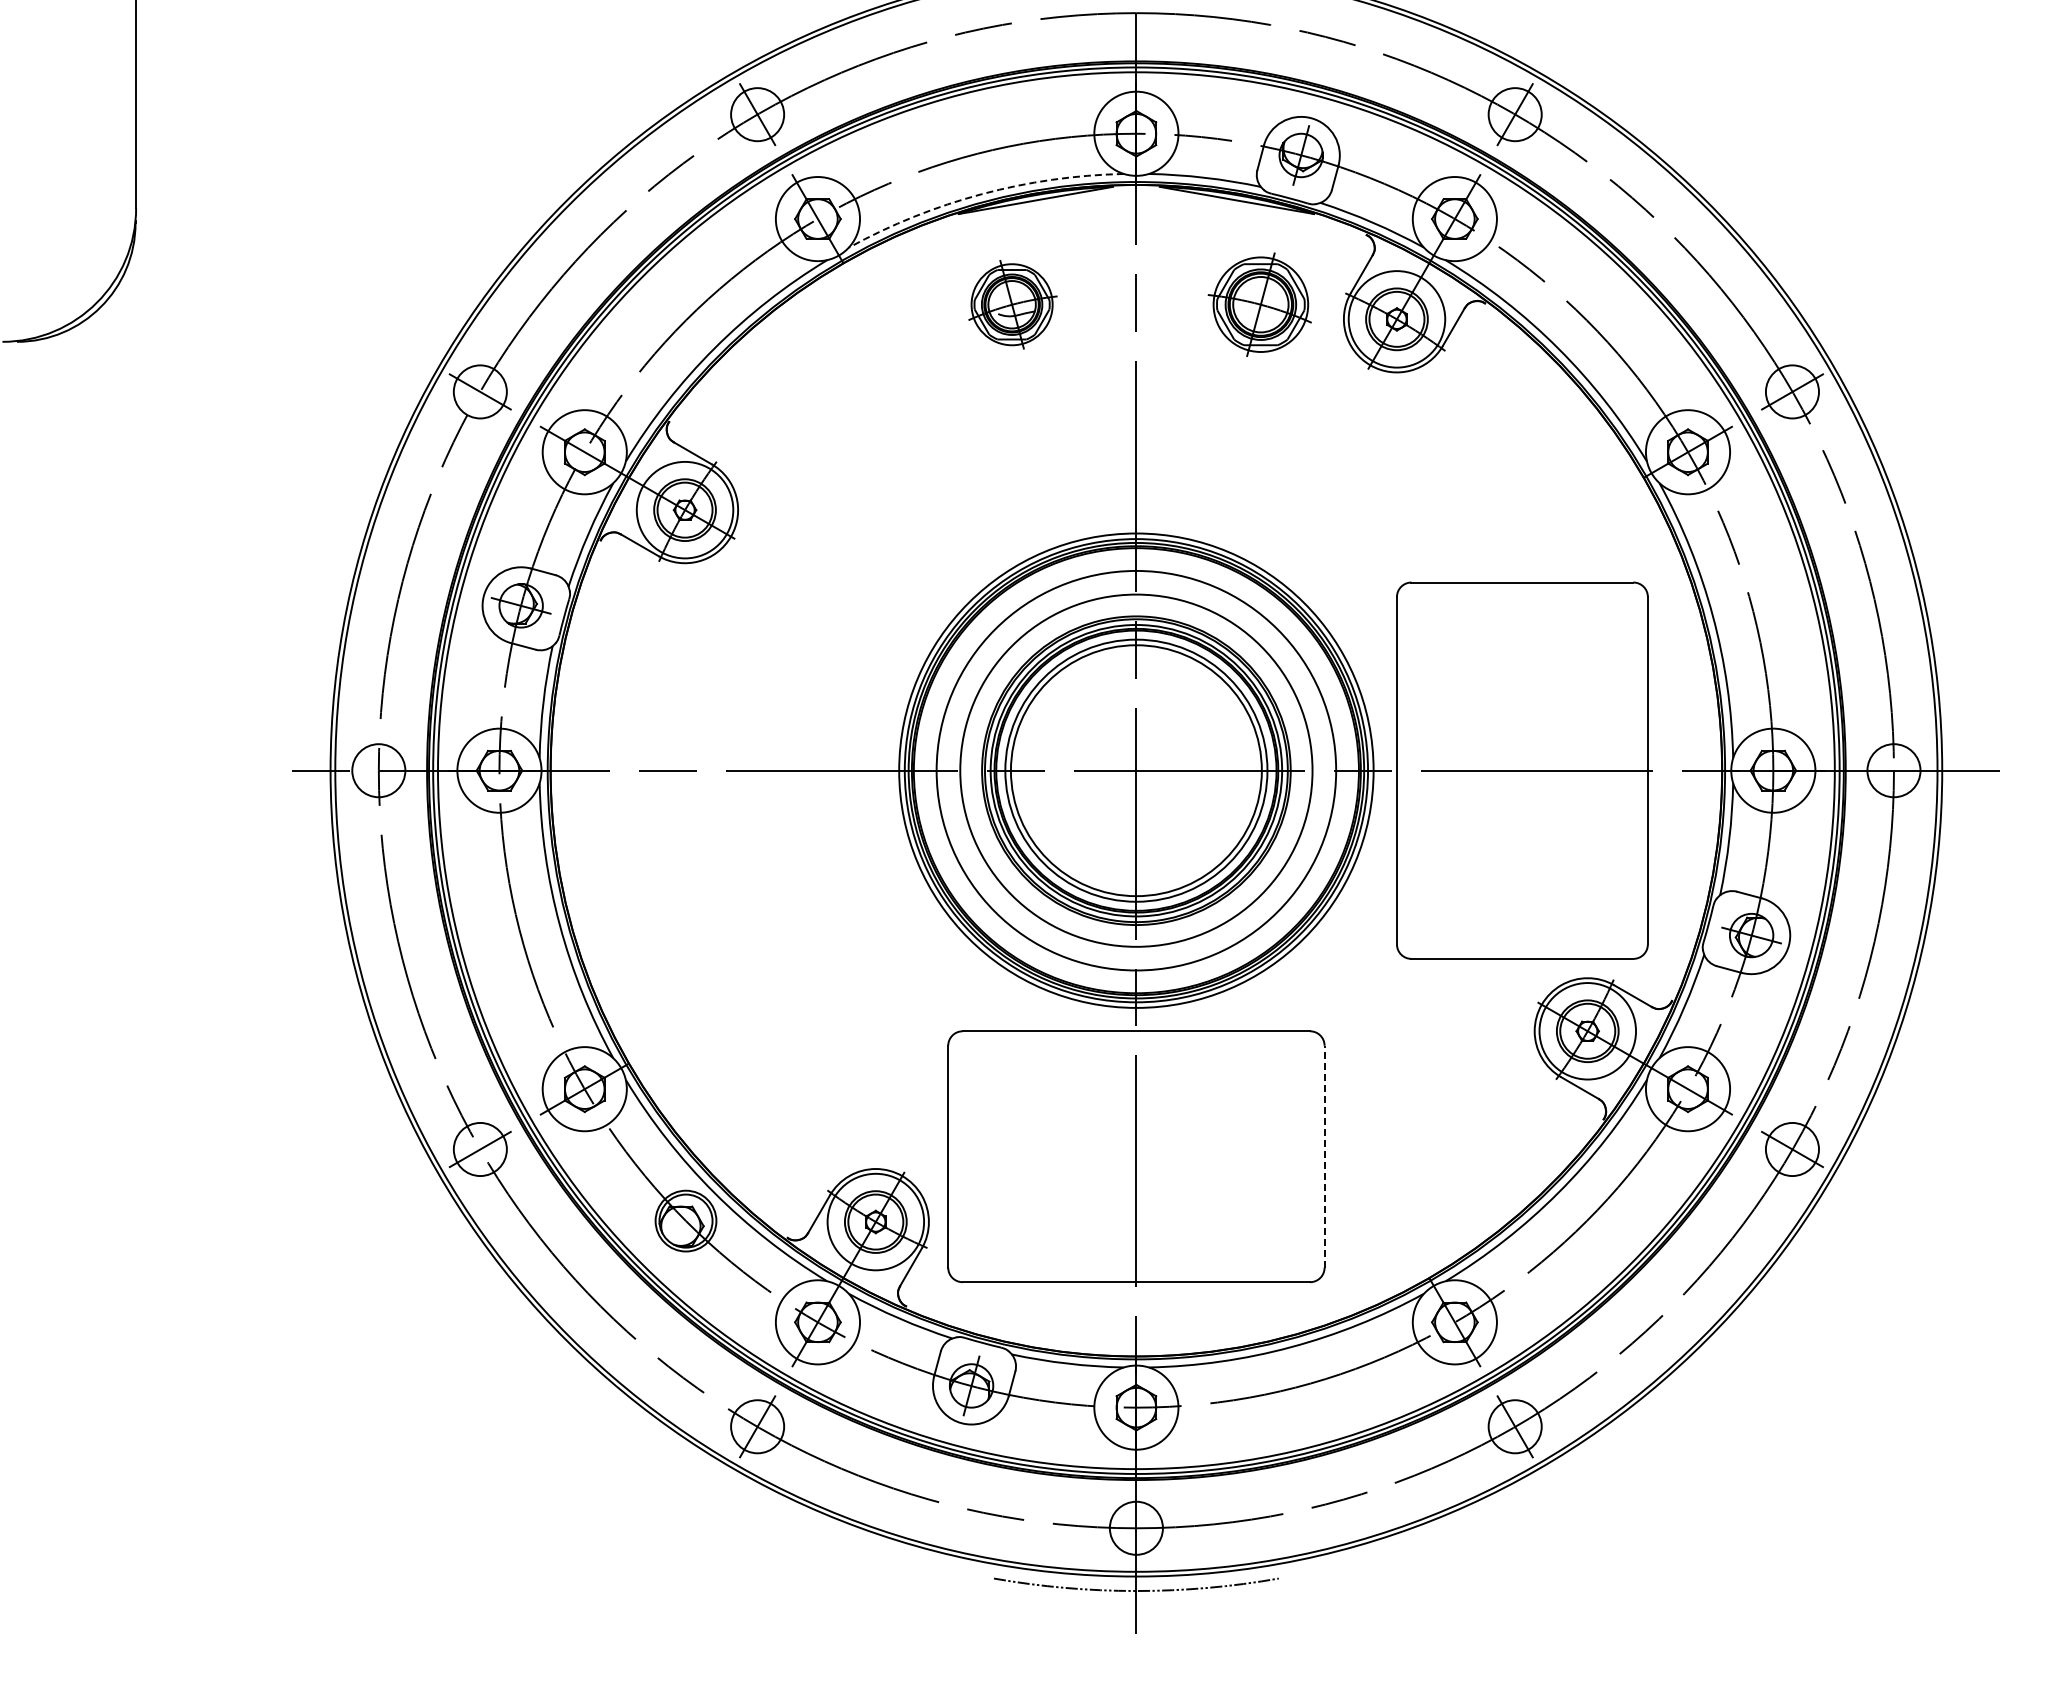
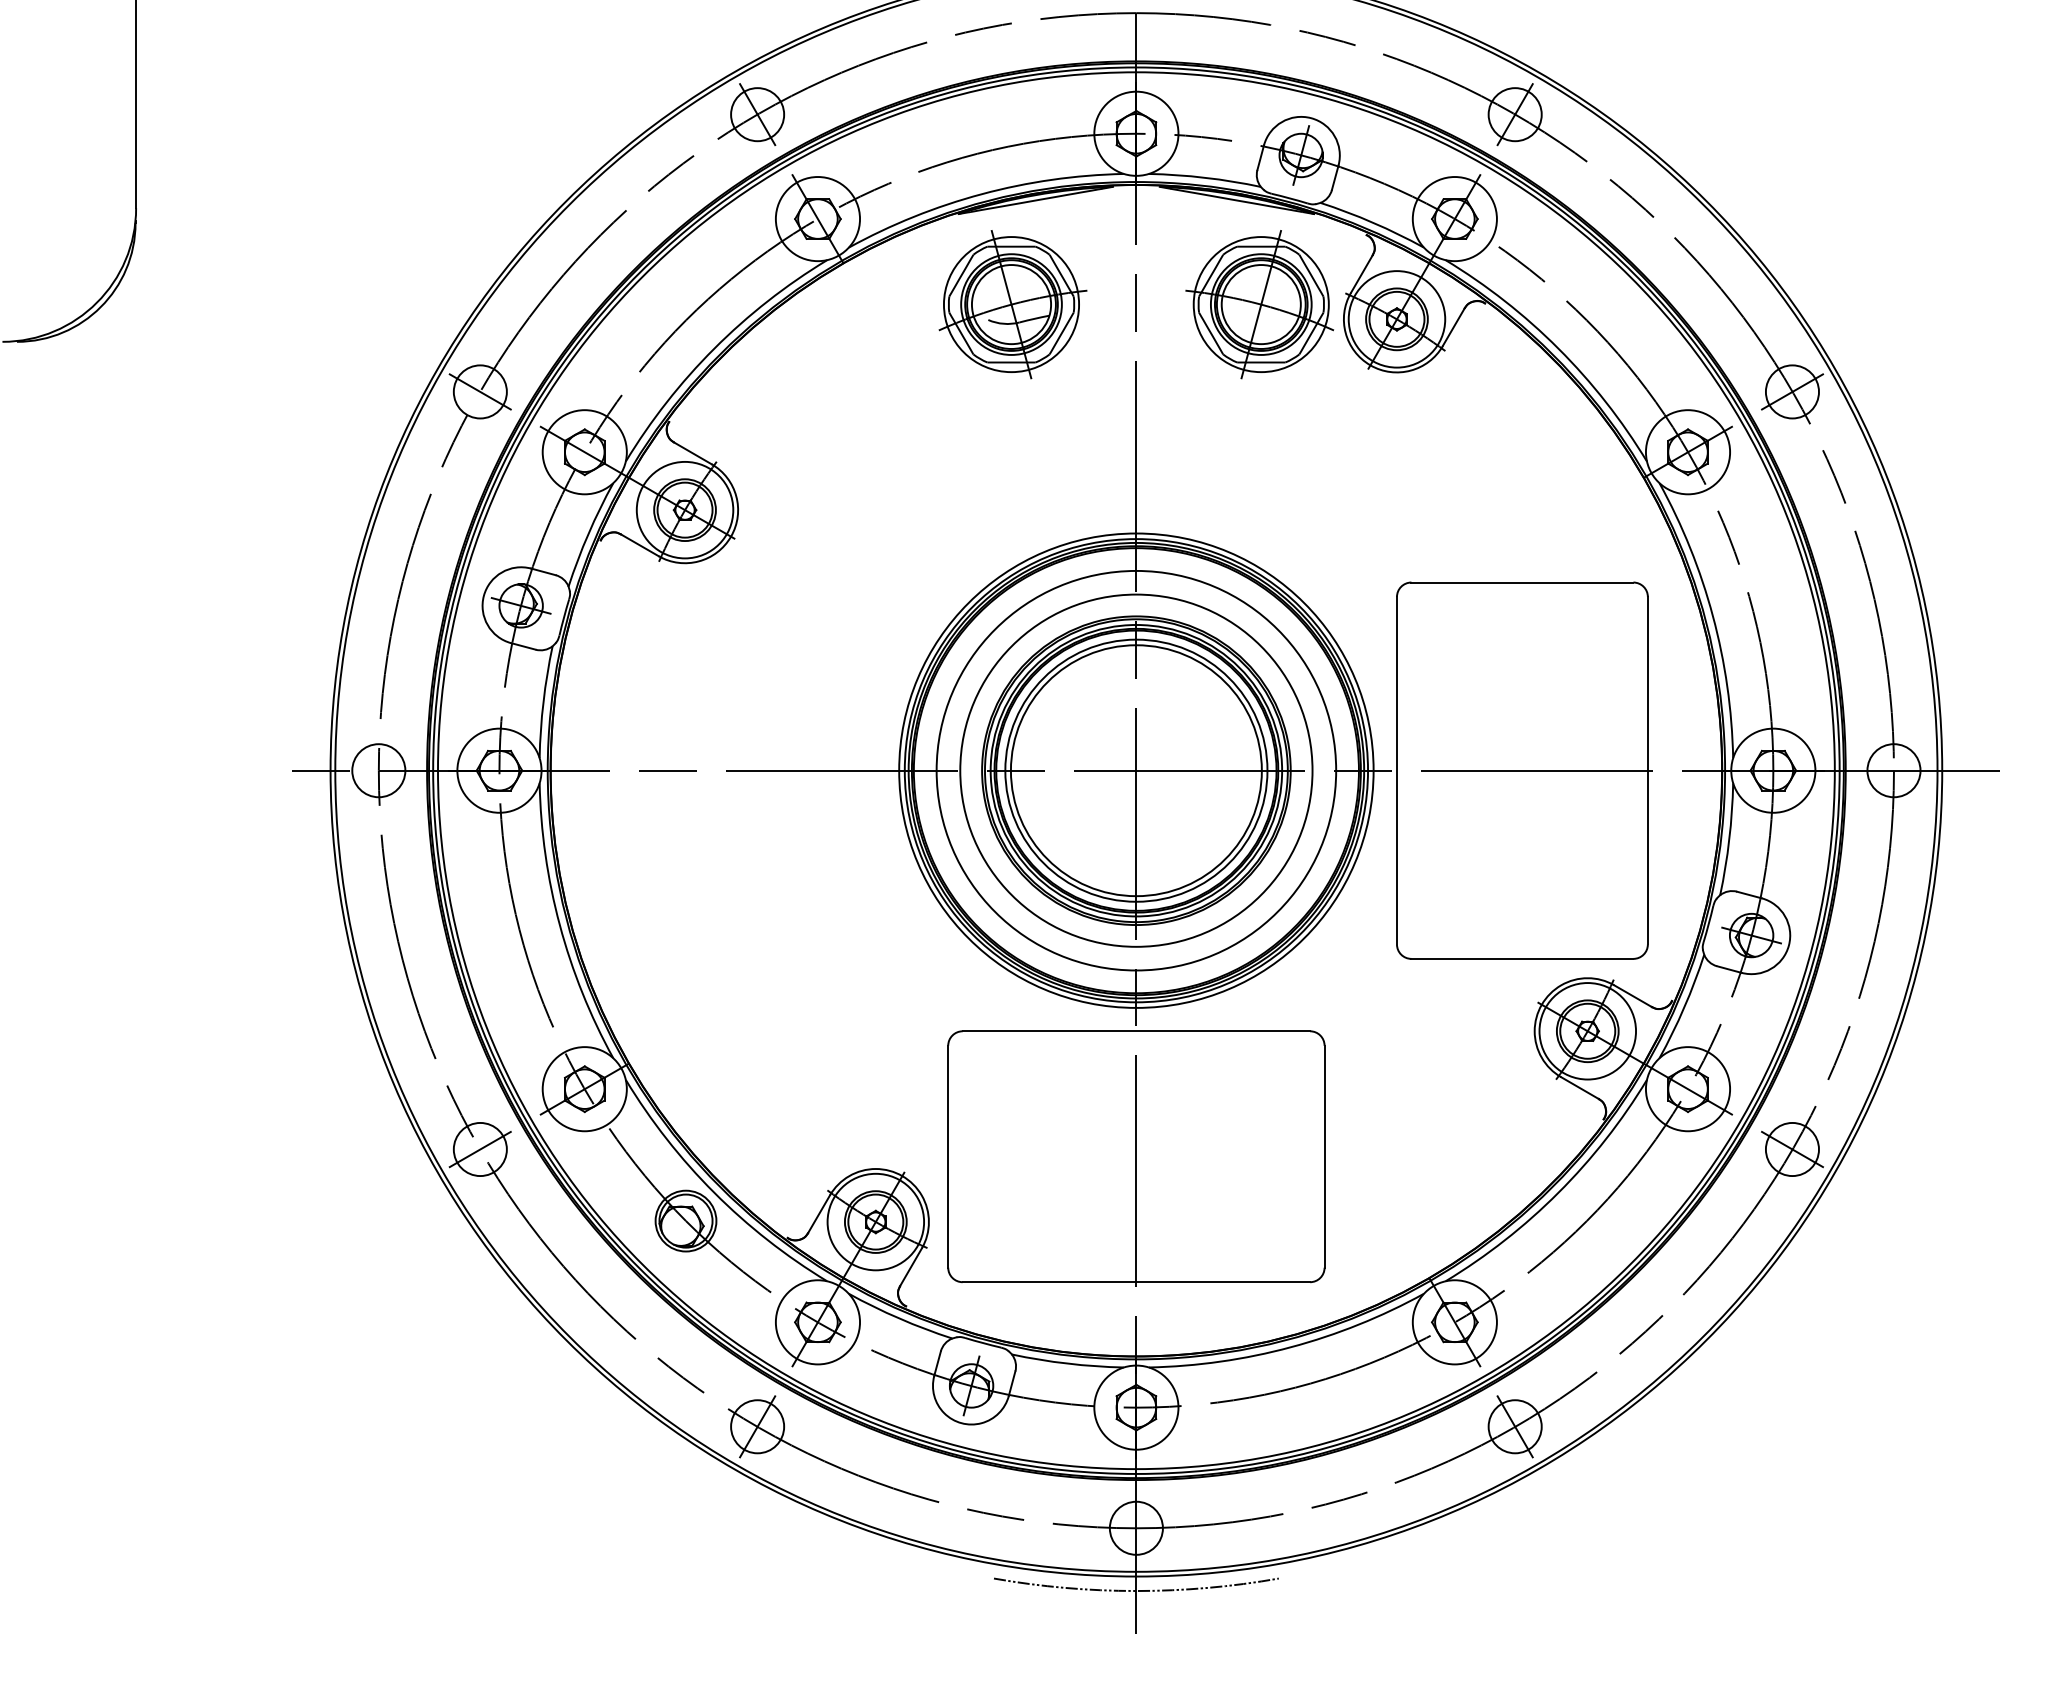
arc at (981, 194): dashed -> solid
part at (1012, 304) size: 90x90 px -> 150x150 px
part at (1259, 304) size: 105x105 px -> 150x150 px
line at (1324, 1156): dashed -> solid
